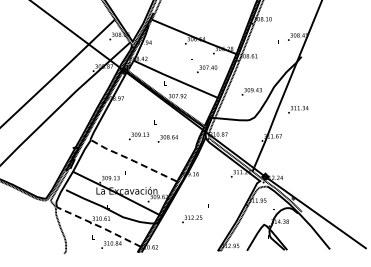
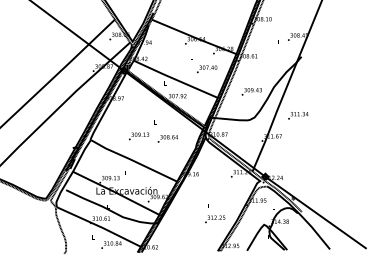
text at (298, 109) position: (298, 109) -> (298, 115)
line at (132, 160): dashed -> solid
text at (192, 219) position: (192, 219) -> (215, 219)
line at (99, 226): dashed -> solid
